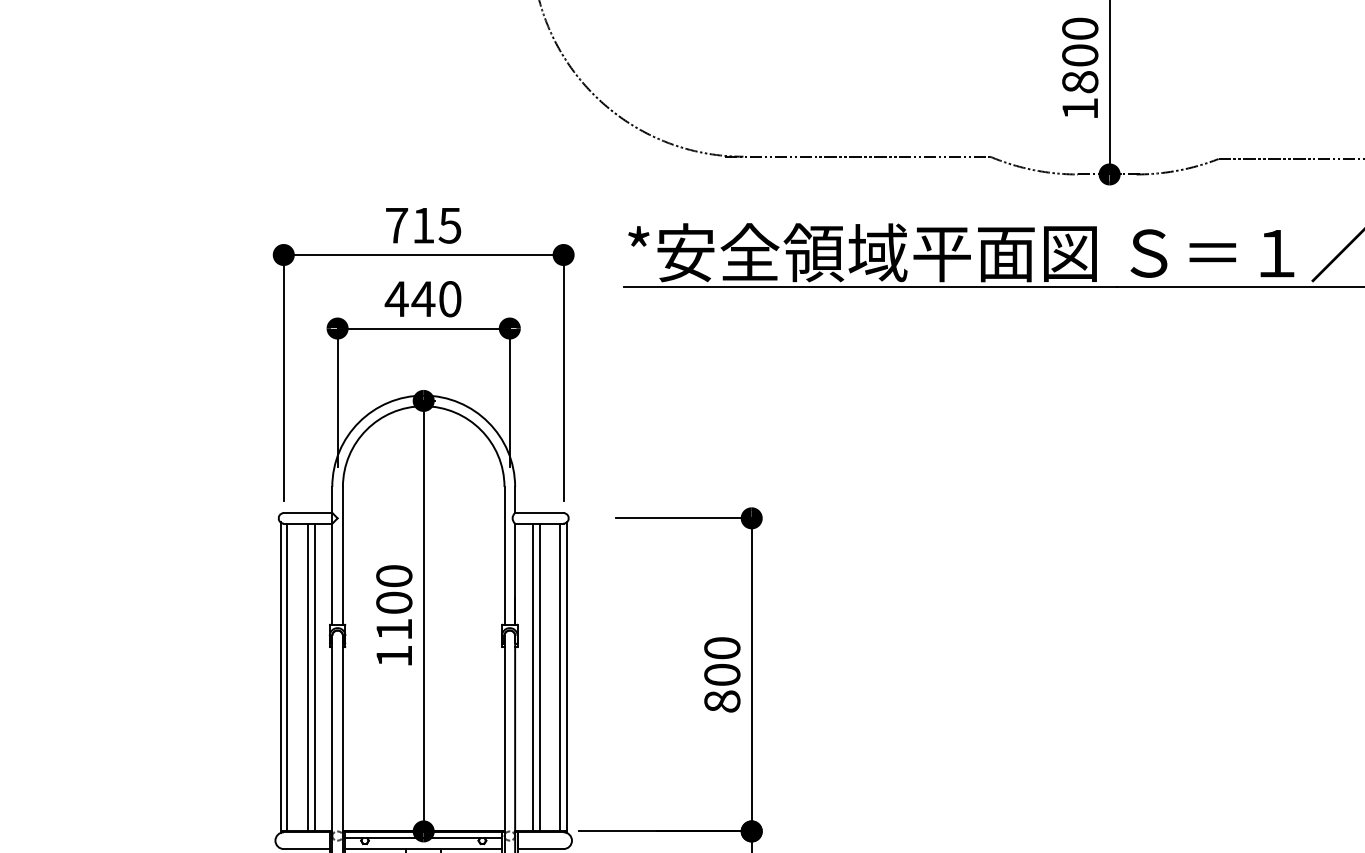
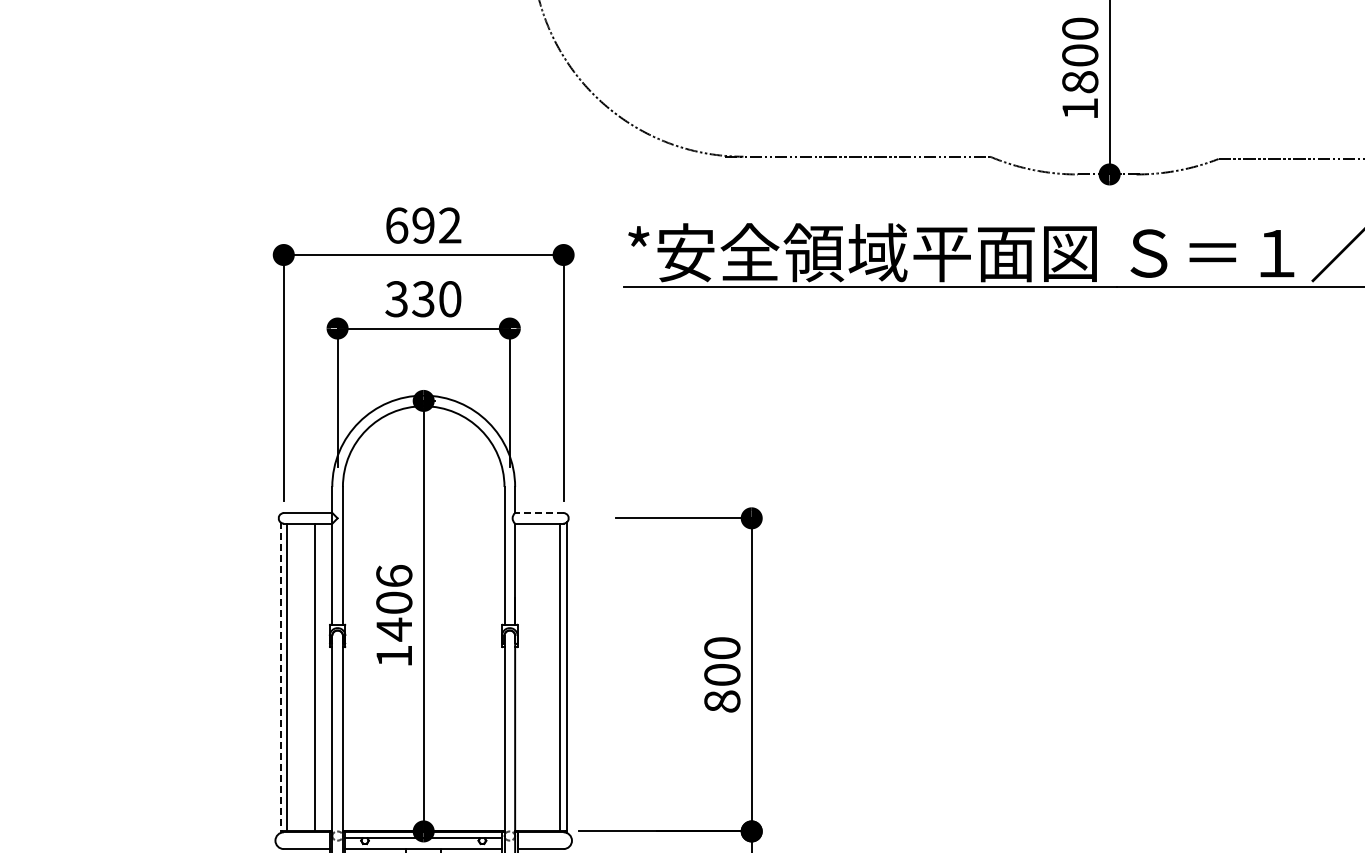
text at (423, 225): 715 -> 692
text at (409, 299): 440 -> 330
line at (538, 513): solid -> dashed
text at (394, 603): 1100 -> 1406
line at (307, 677): present -> none
line at (532, 677): present -> none
line at (539, 677): present -> none
line at (280, 678): solid -> dashed
